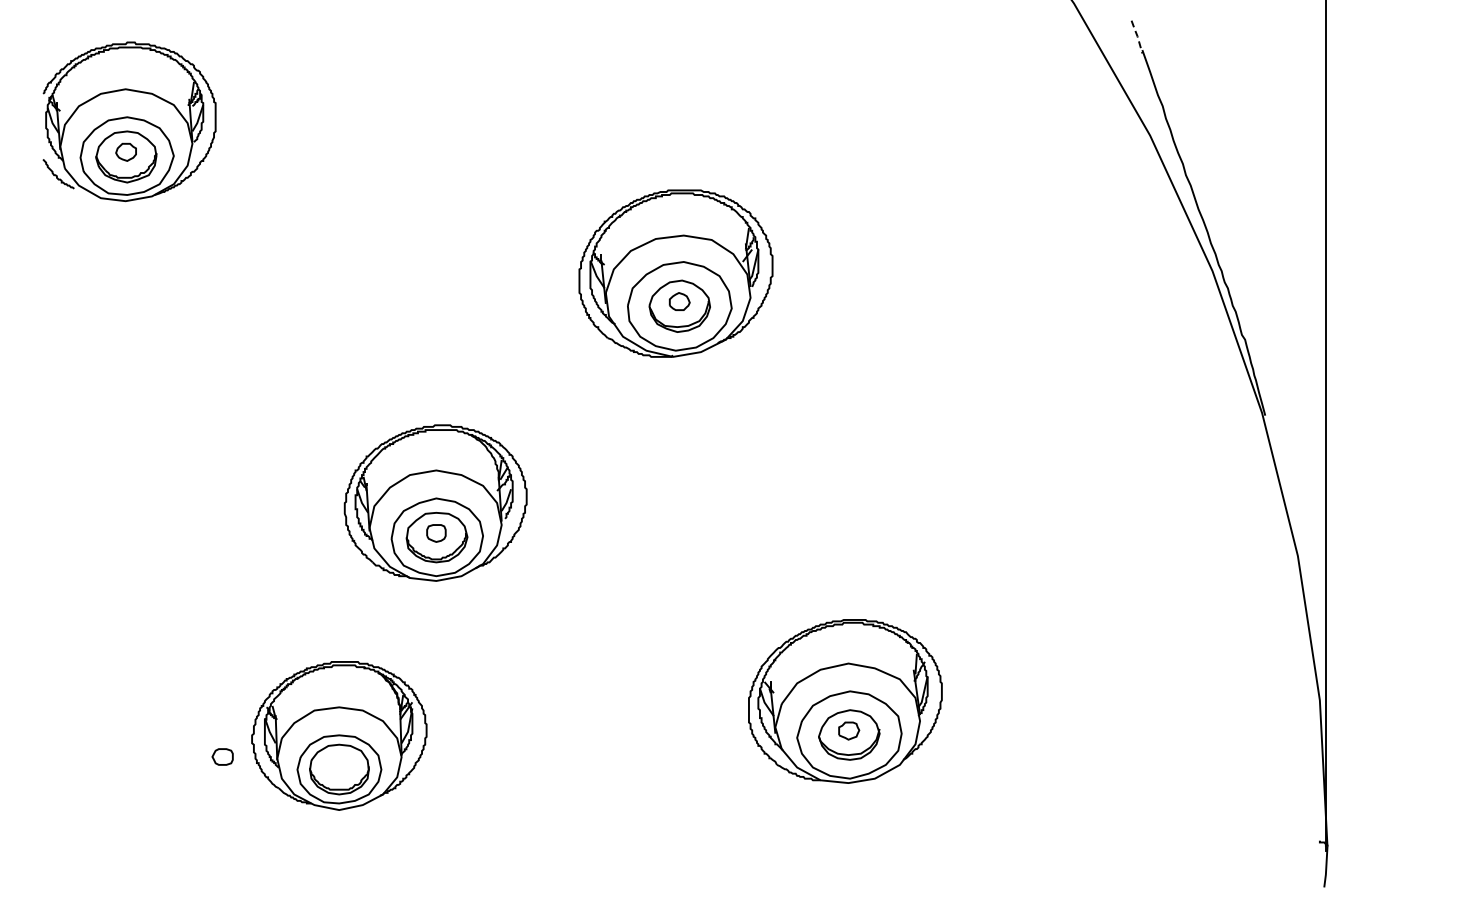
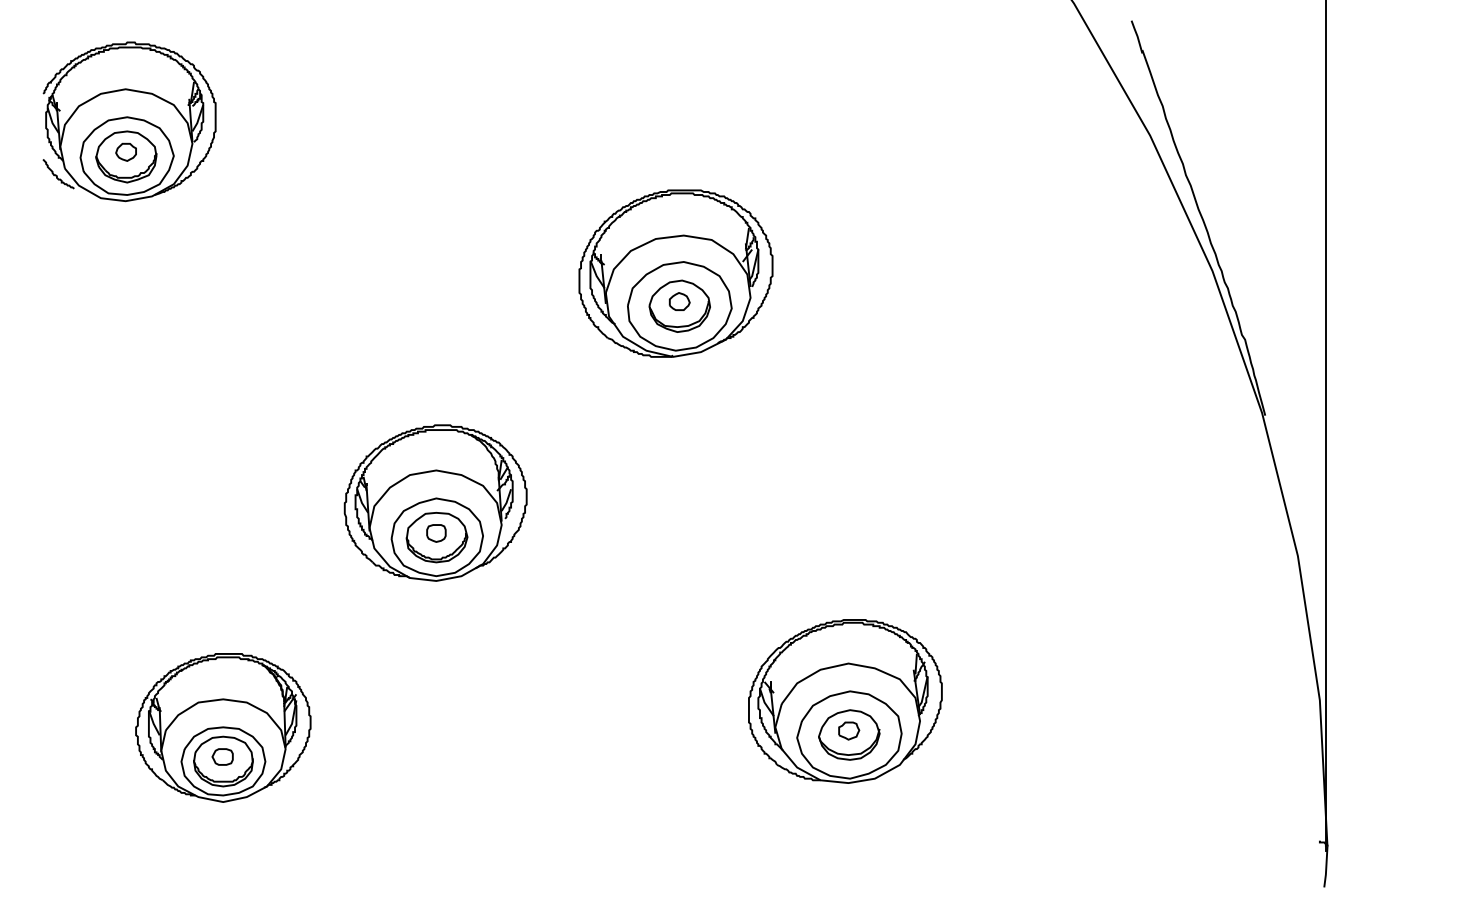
line at (1137, 36): dashed -> solid
part at (339, 735) position: (339, 735) -> (223, 727)
